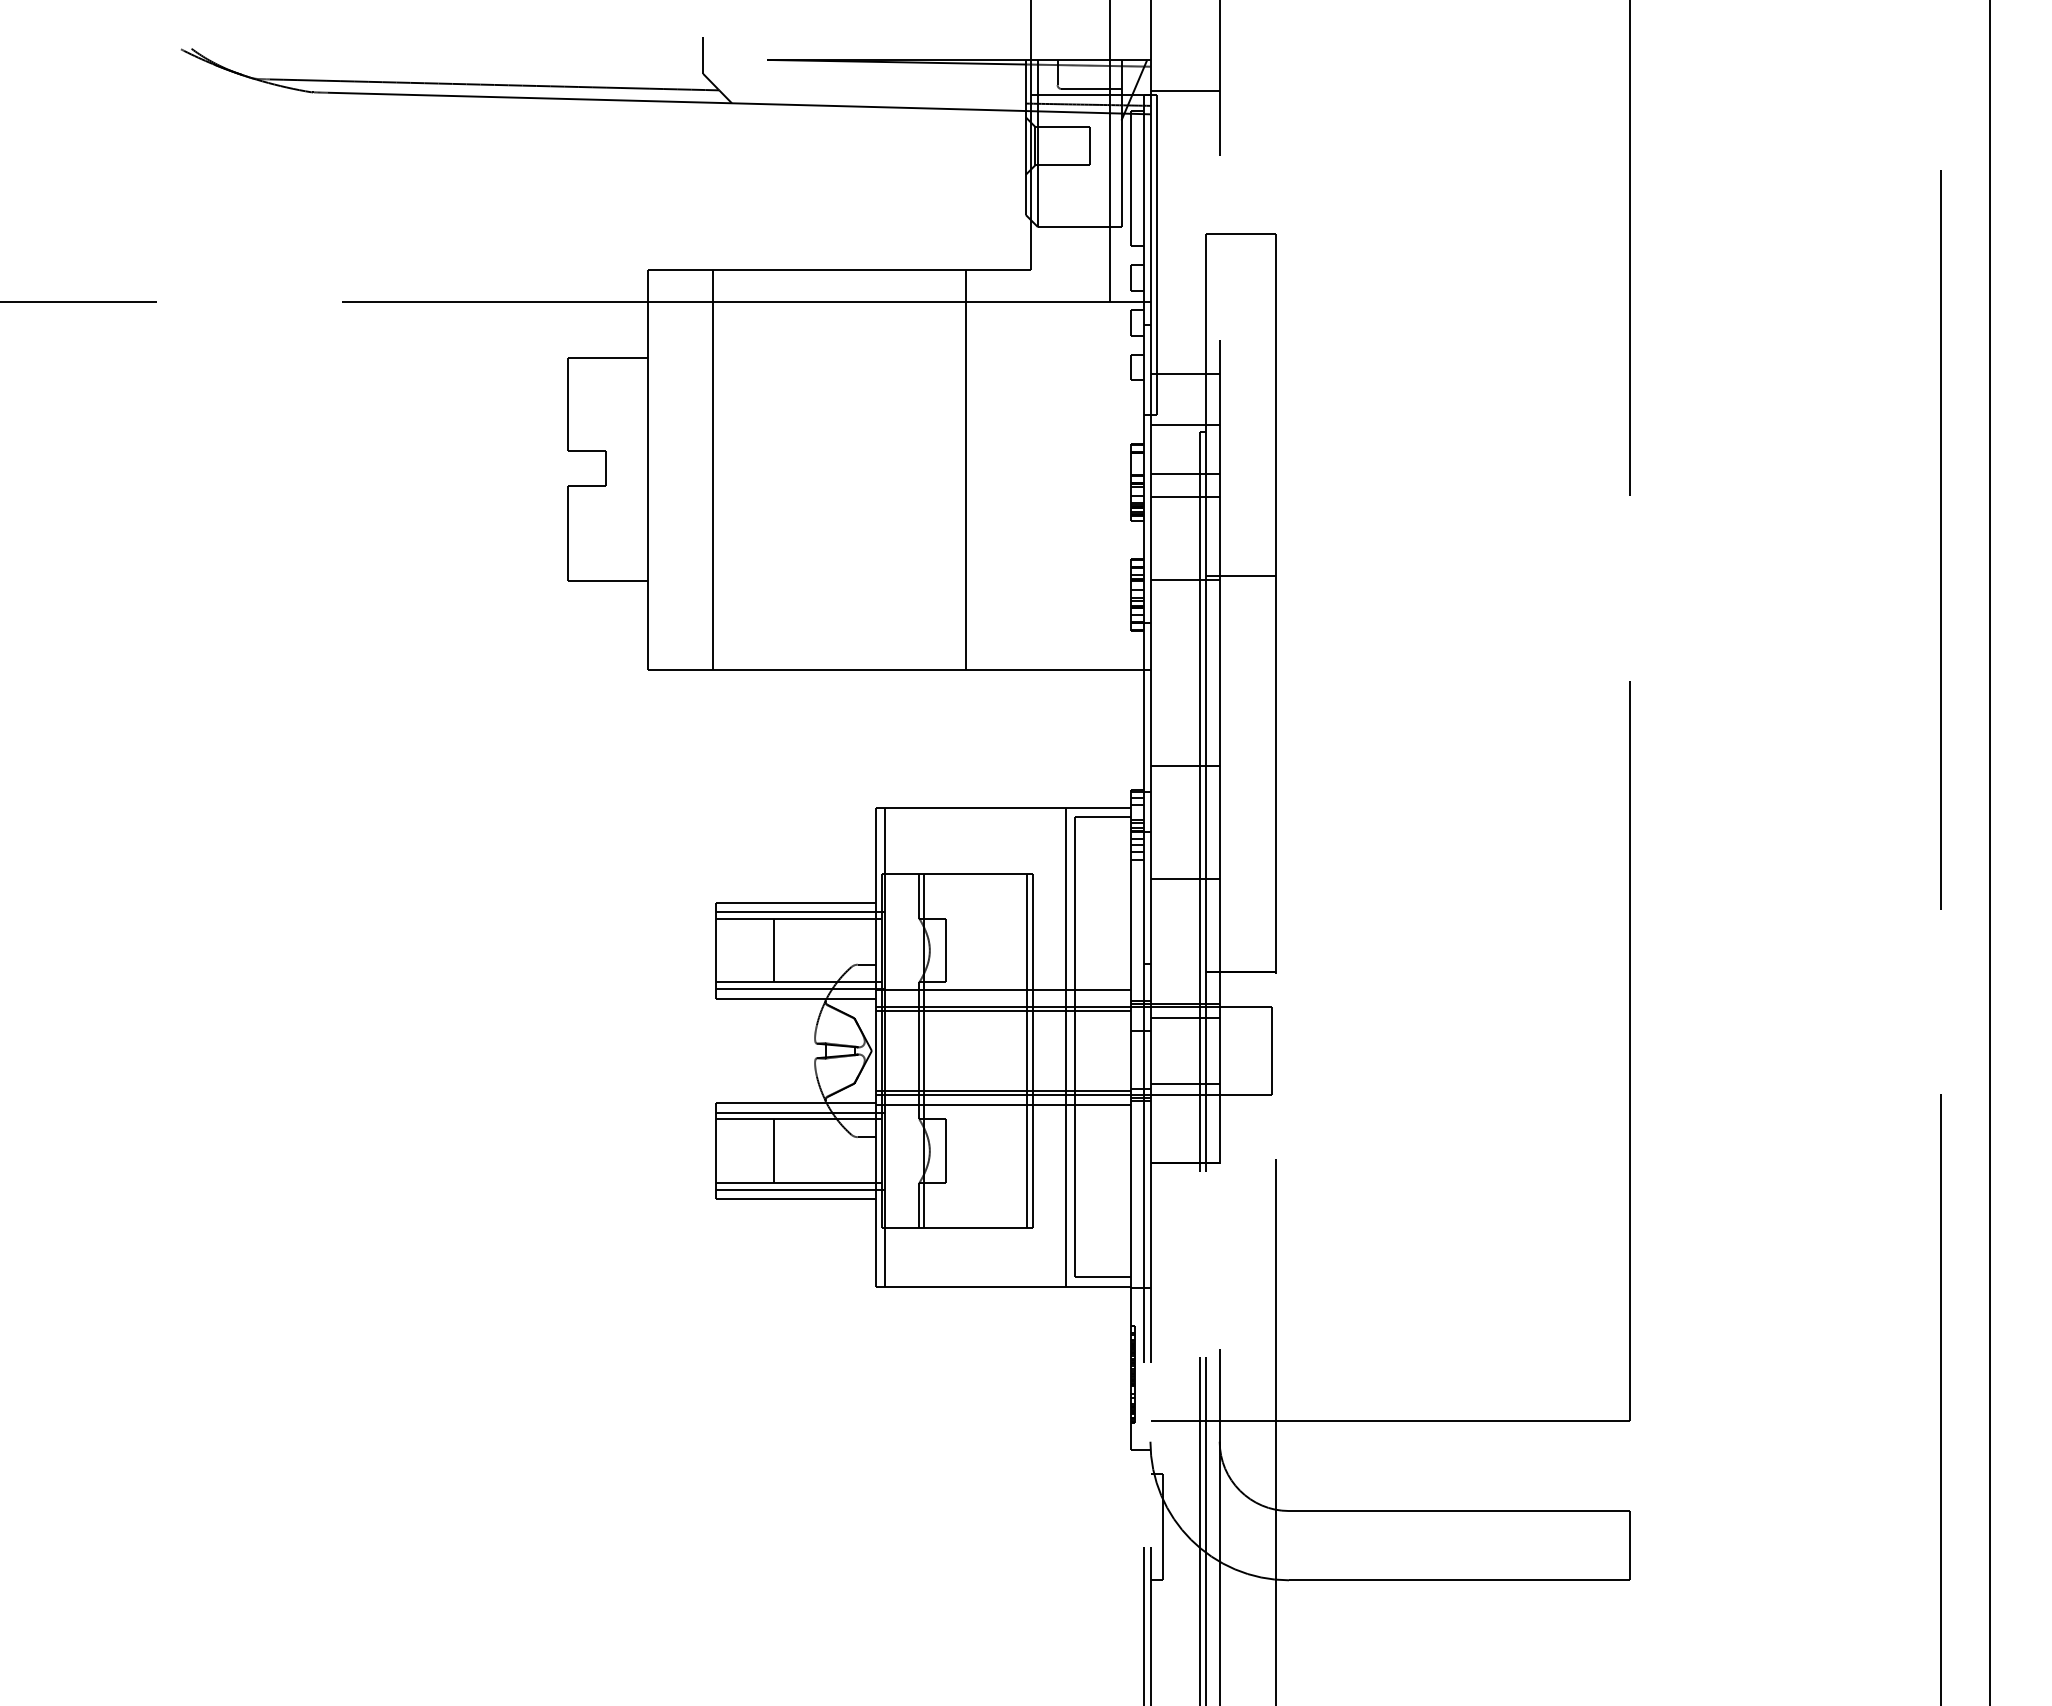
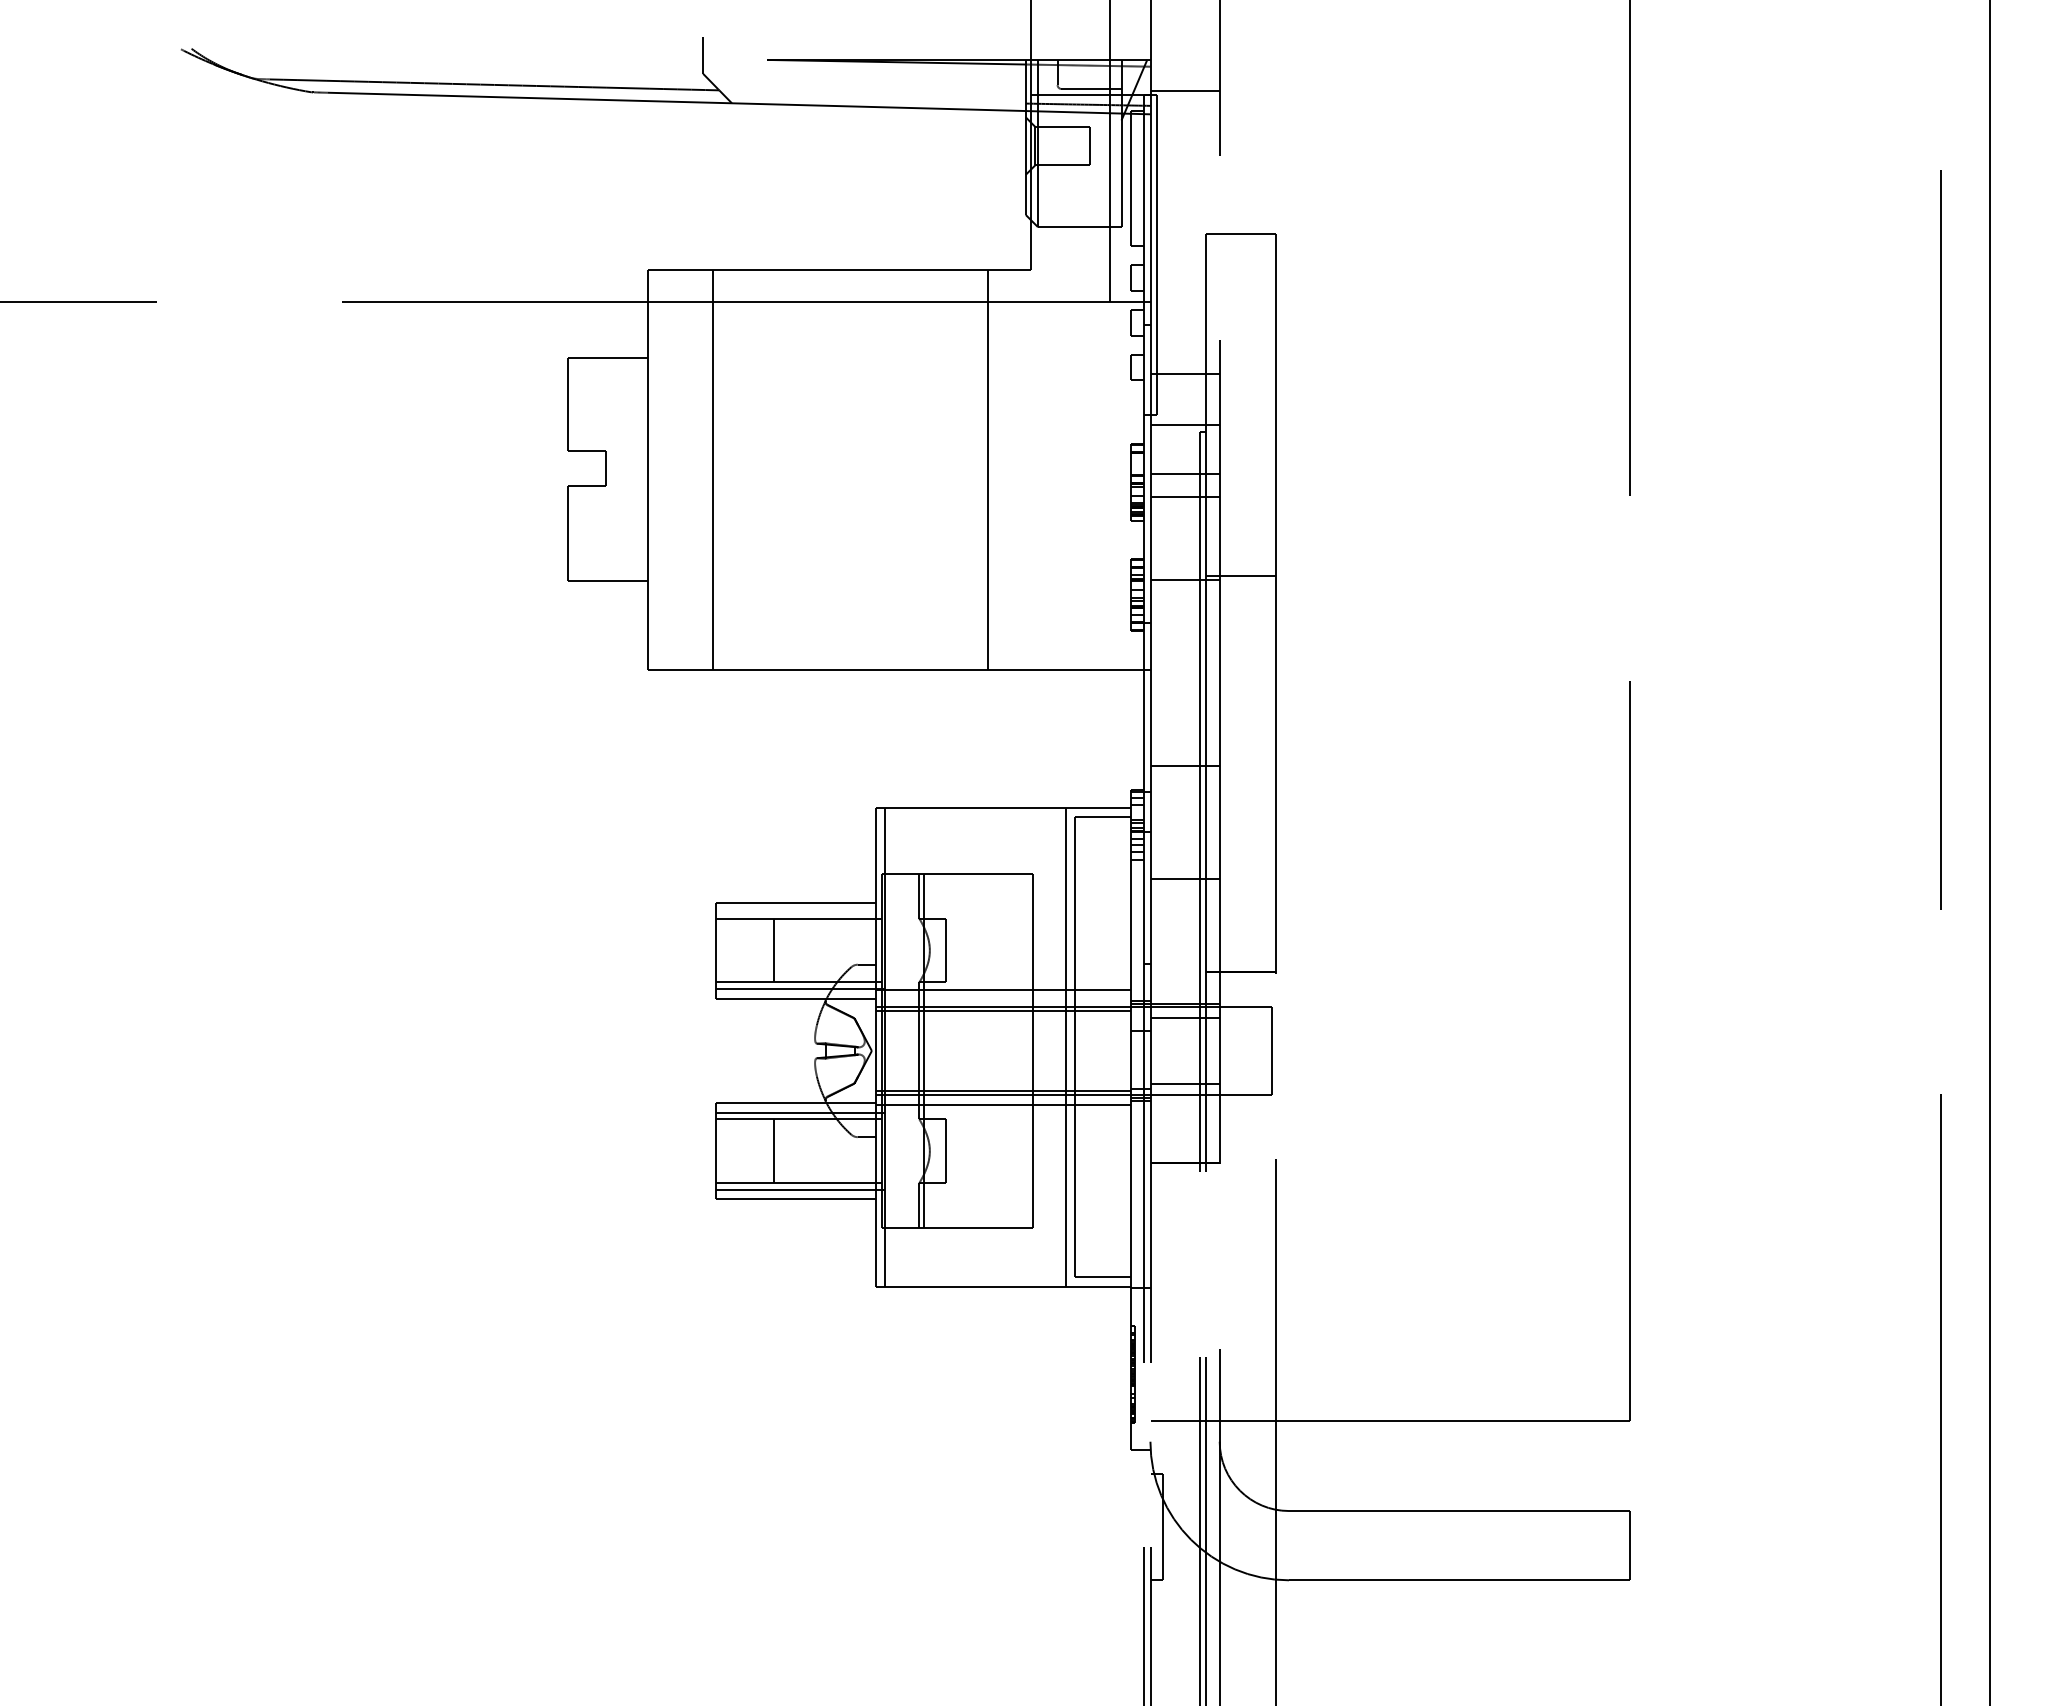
line at (965, 469) position: (965, 469) -> (987, 469)
line at (800, 912): present -> none
line at (1026, 1050): present -> none
